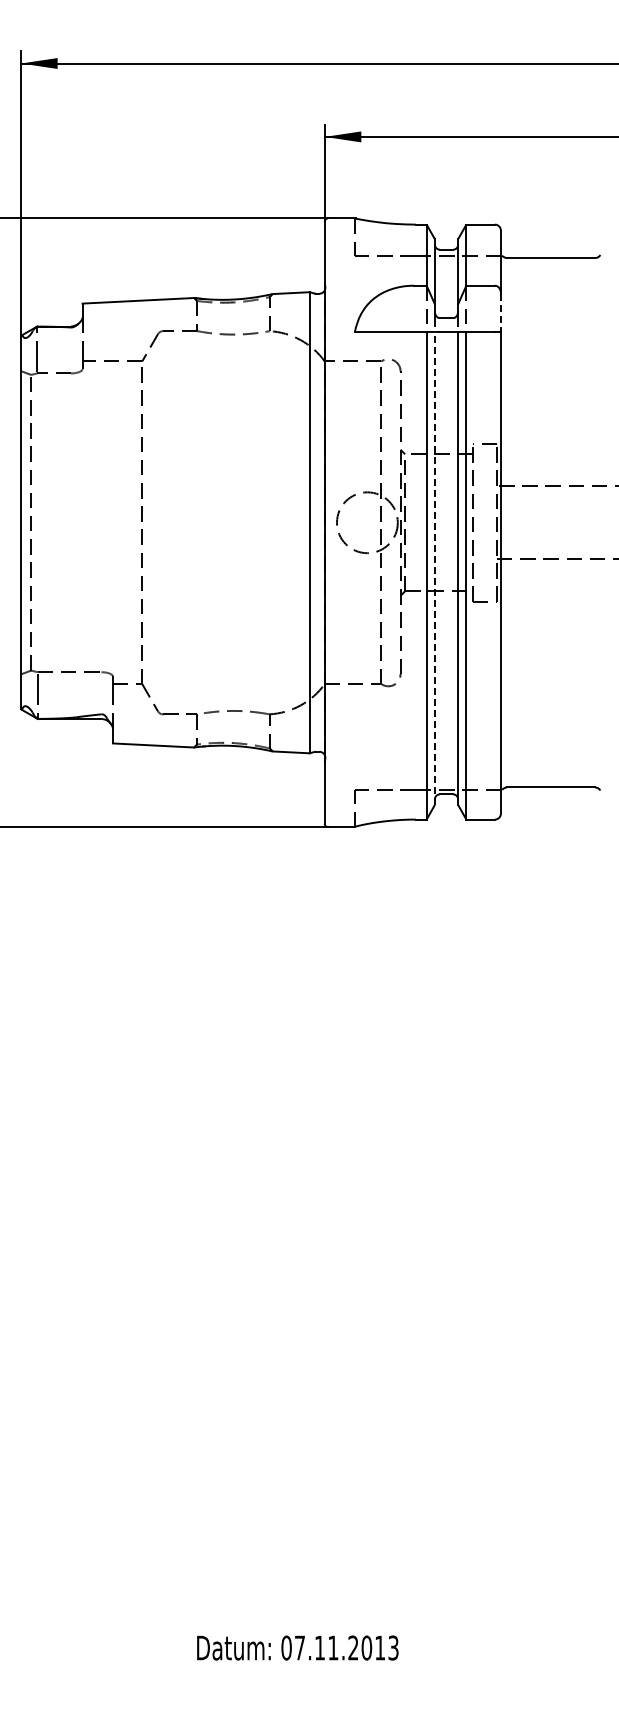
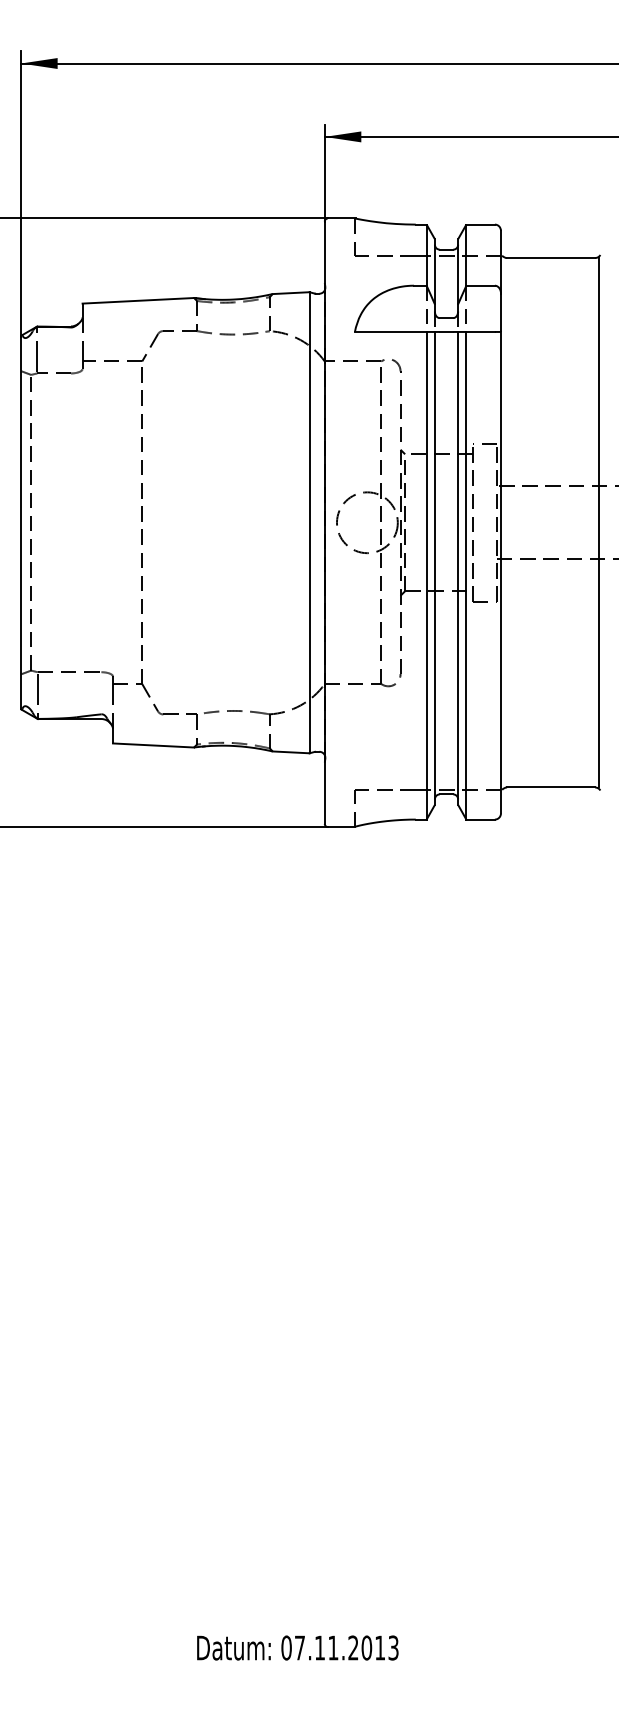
line at (500, 312): dashed -> solid
line at (598, 522): none -> present
line at (434, 567): dashed -> solid
